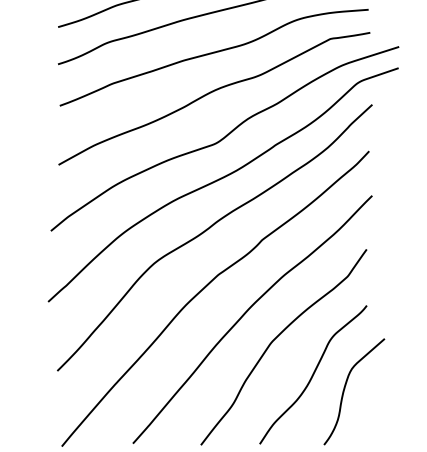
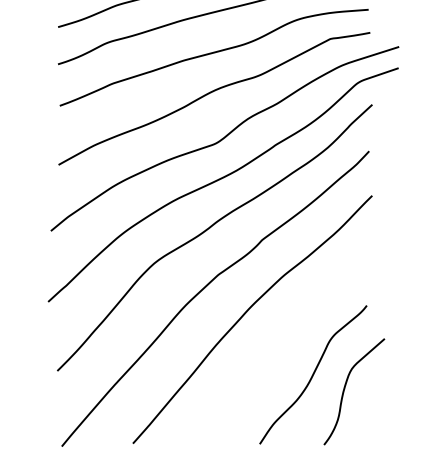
curve at (275, 339): present -> none
